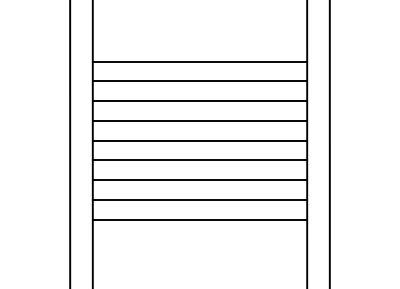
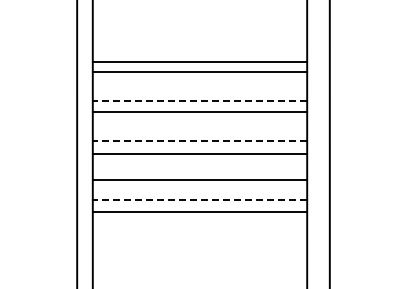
line at (199, 81) position: (199, 81) -> (199, 72)
line at (199, 101): solid -> dashed
line at (199, 120) position: (199, 120) -> (199, 111)
line at (199, 140): solid -> dashed
line at (70, 143) position: (70, 143) -> (77, 143)
line at (199, 160) position: (199, 160) -> (199, 154)
line at (199, 199): solid -> dashed
line at (199, 219) position: (199, 219) -> (199, 211)
